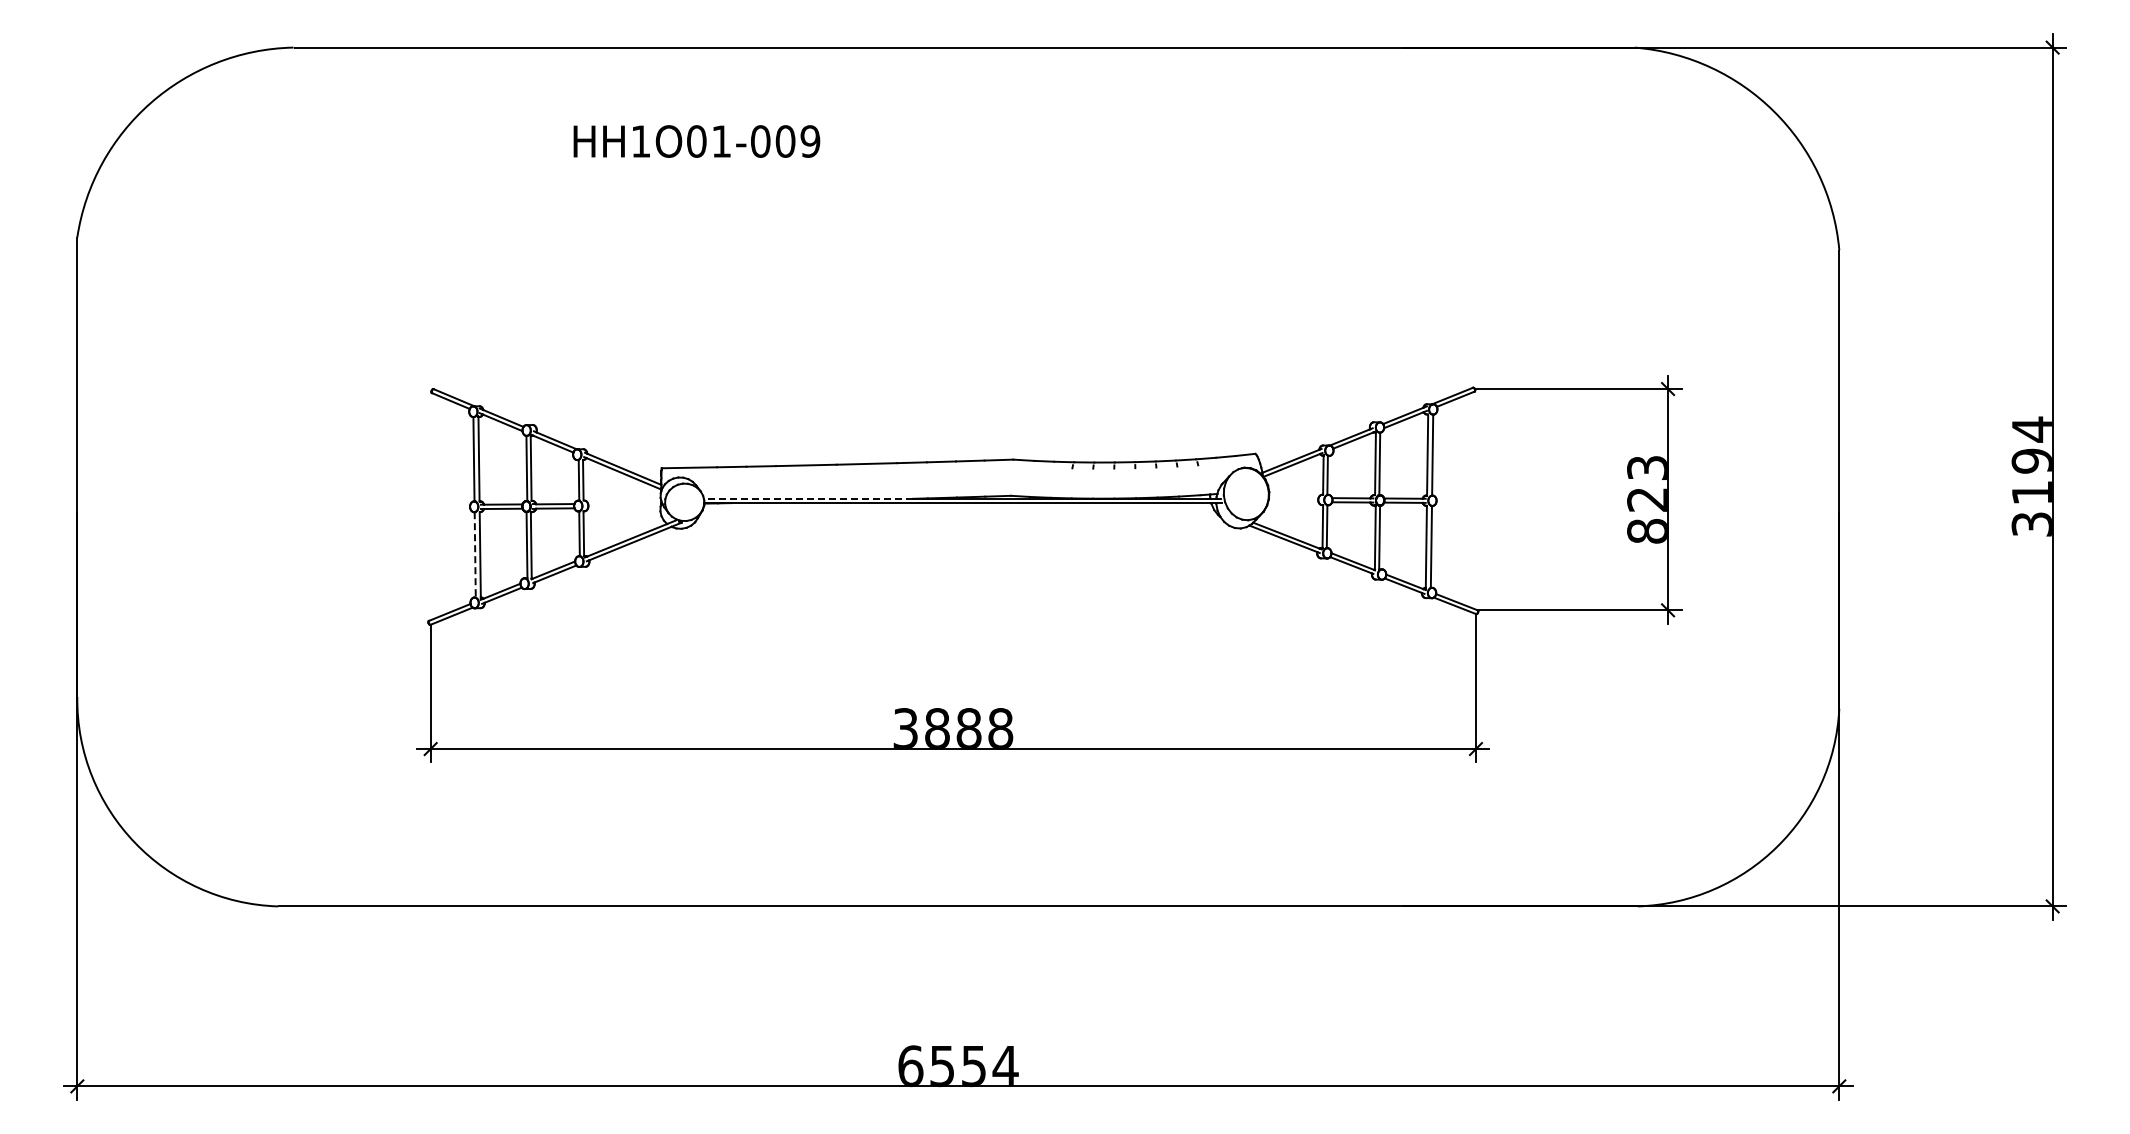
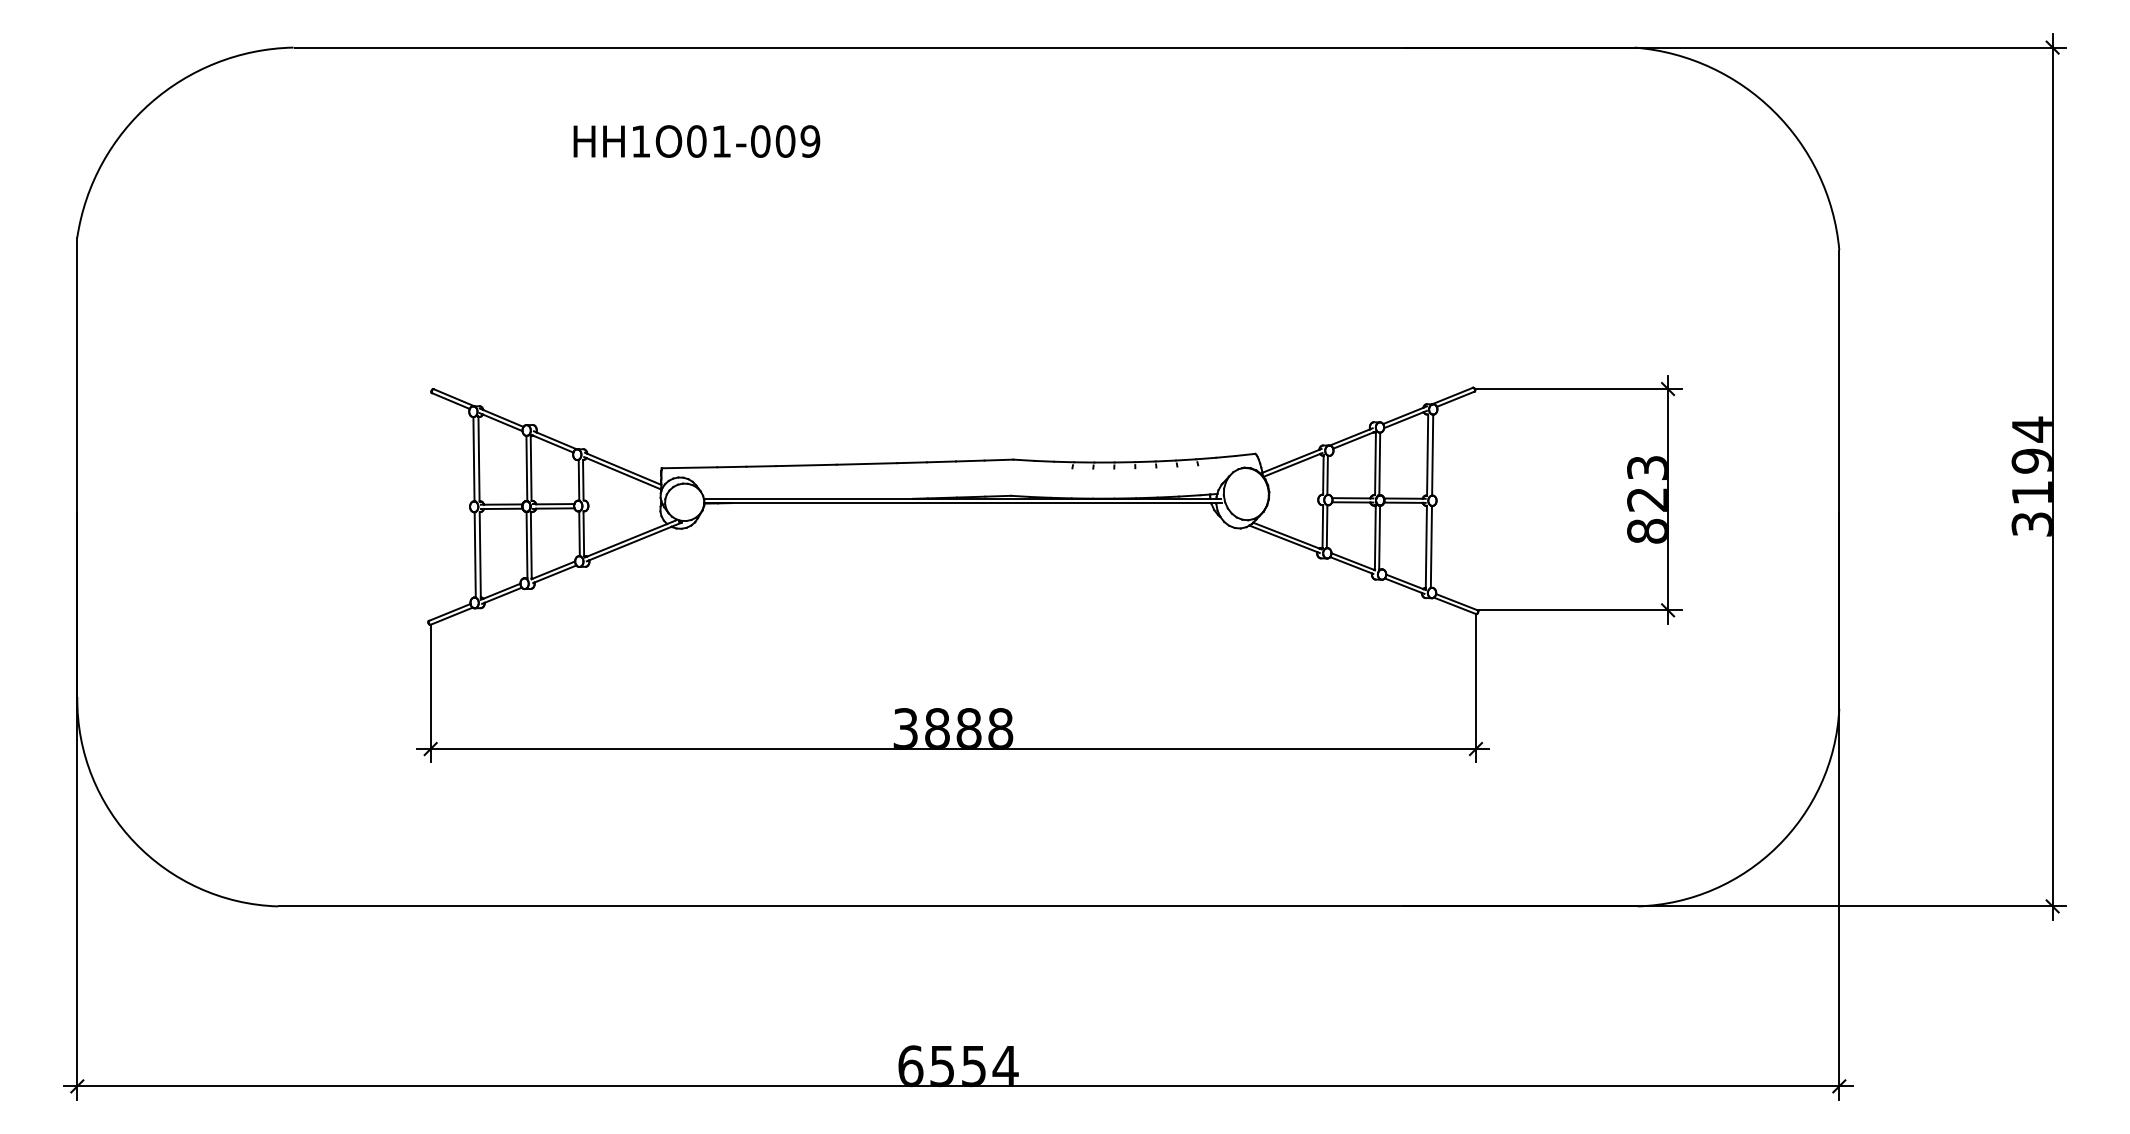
line at (807, 498): dashed -> solid
line at (475, 554): dashed -> solid
